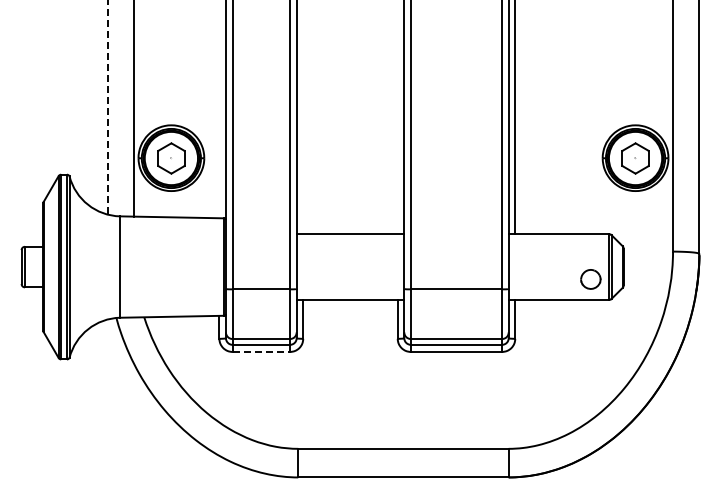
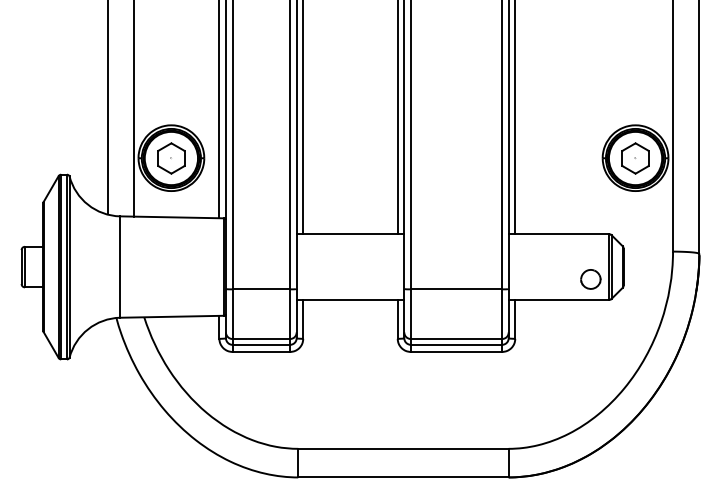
line at (107, 107): dashed -> solid
line at (219, 110): none -> present
line at (303, 118): none -> present
line at (397, 118): none -> present
line at (261, 351): dashed -> solid
